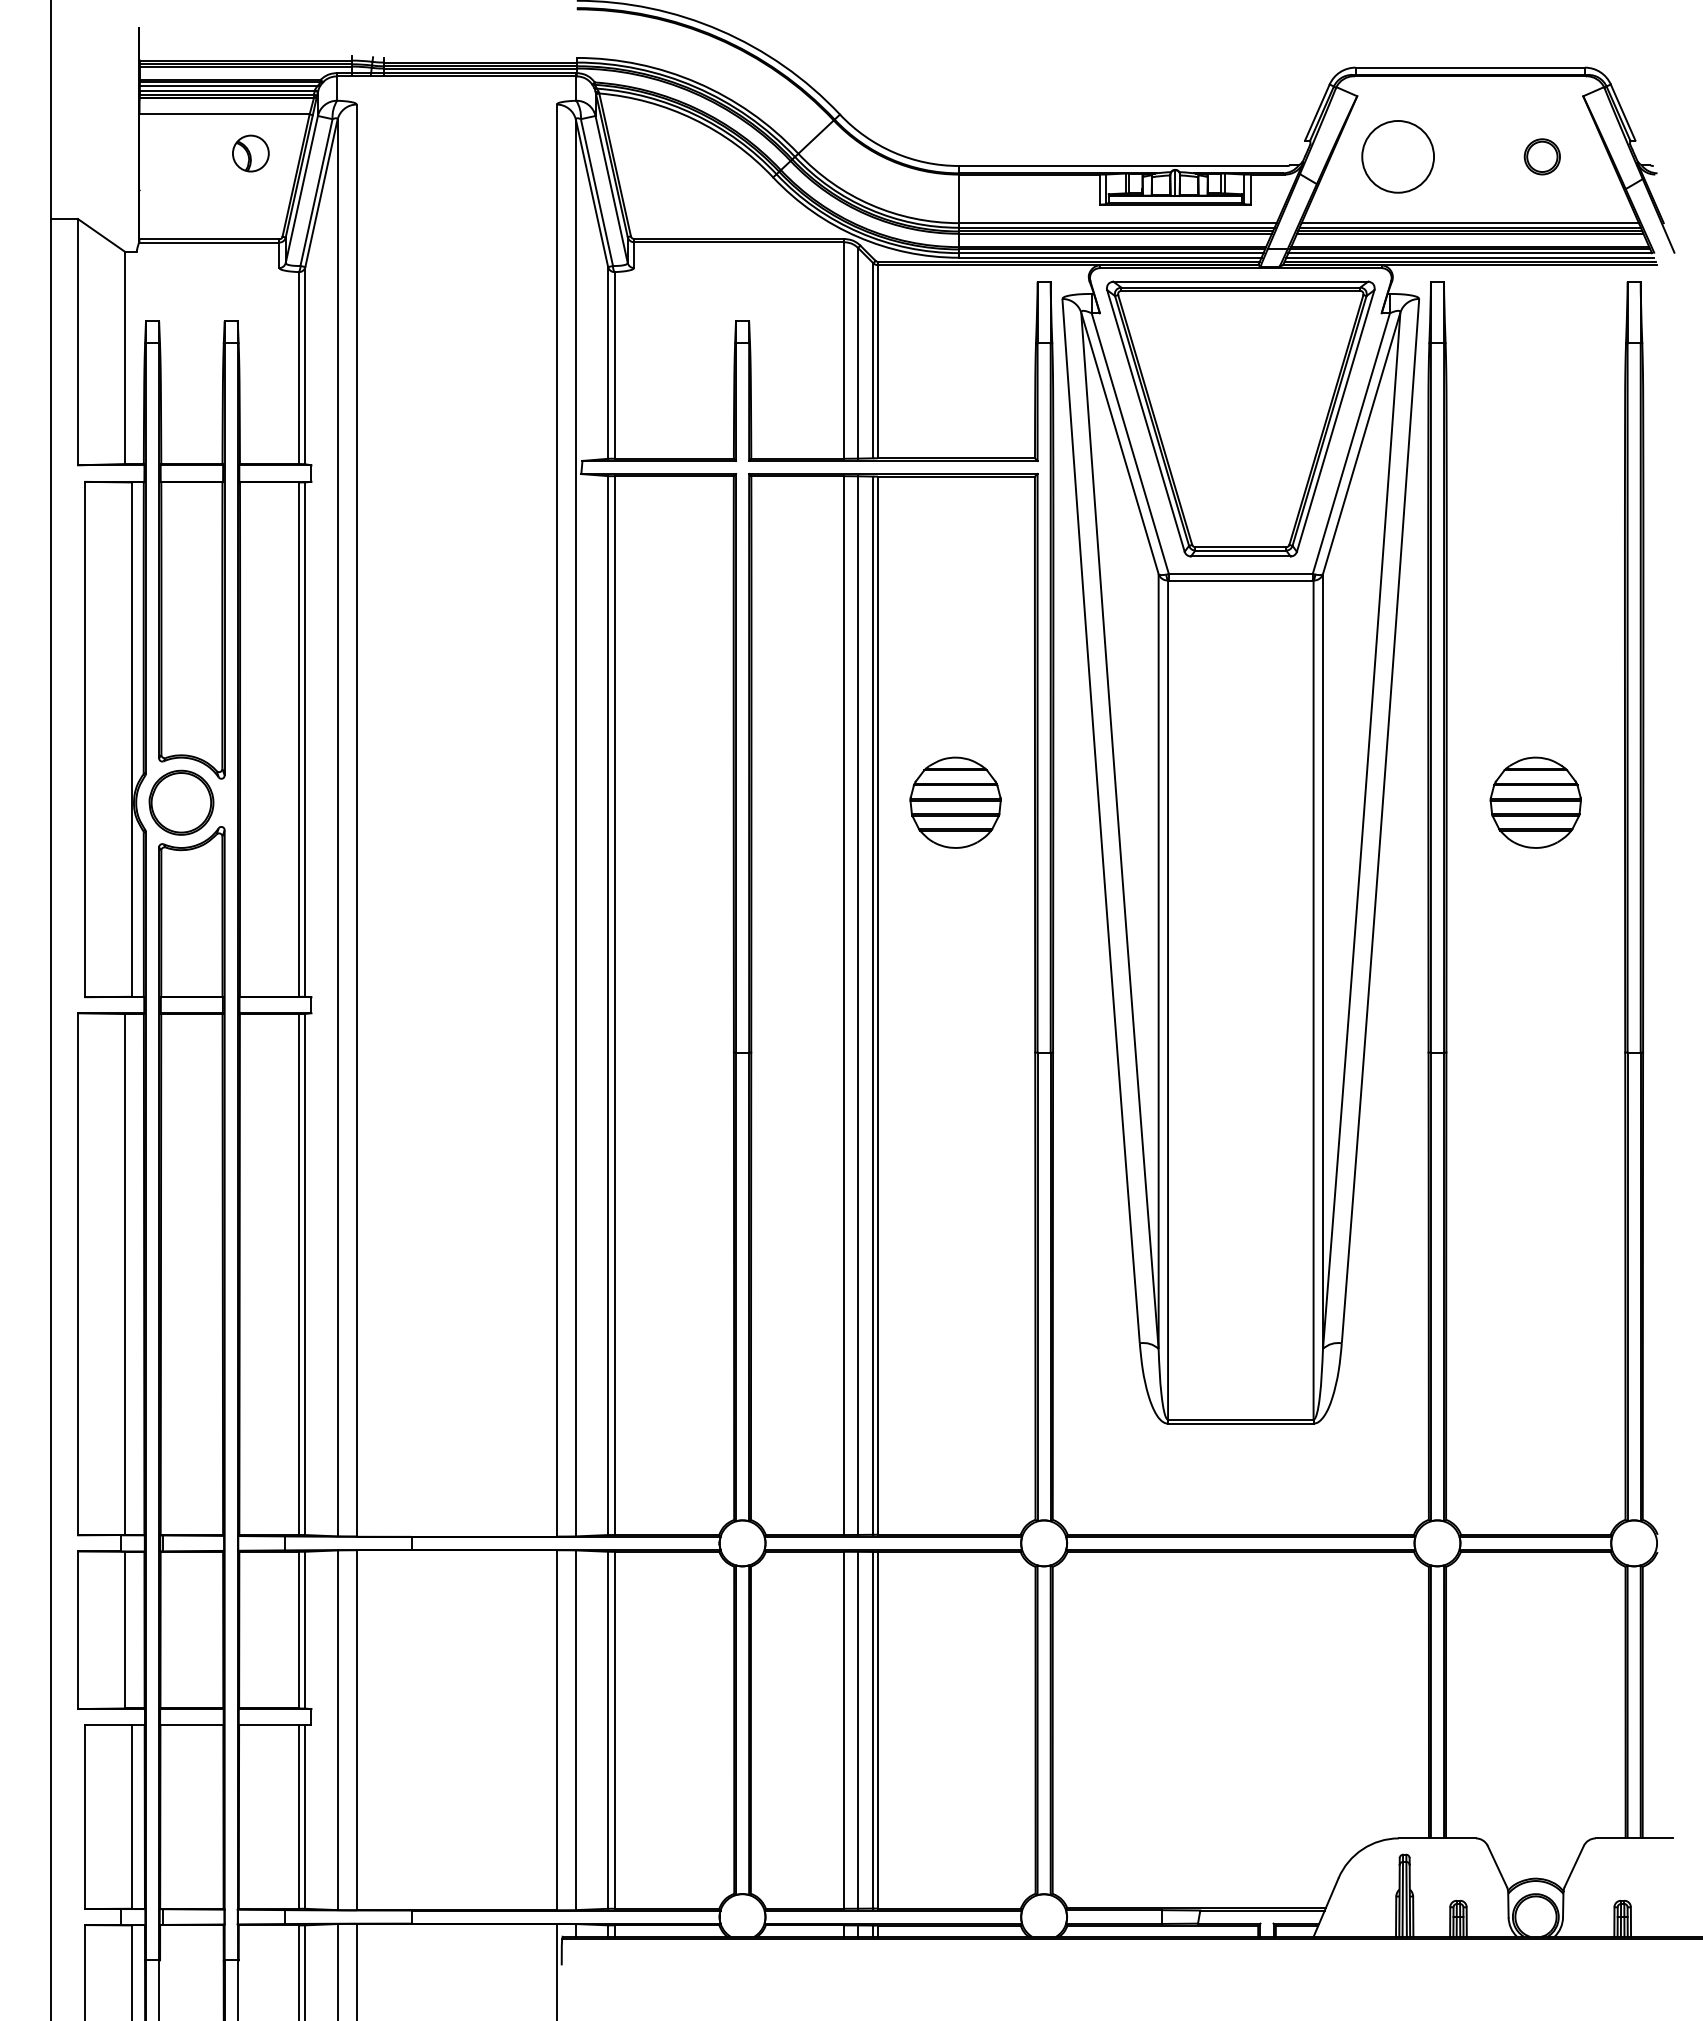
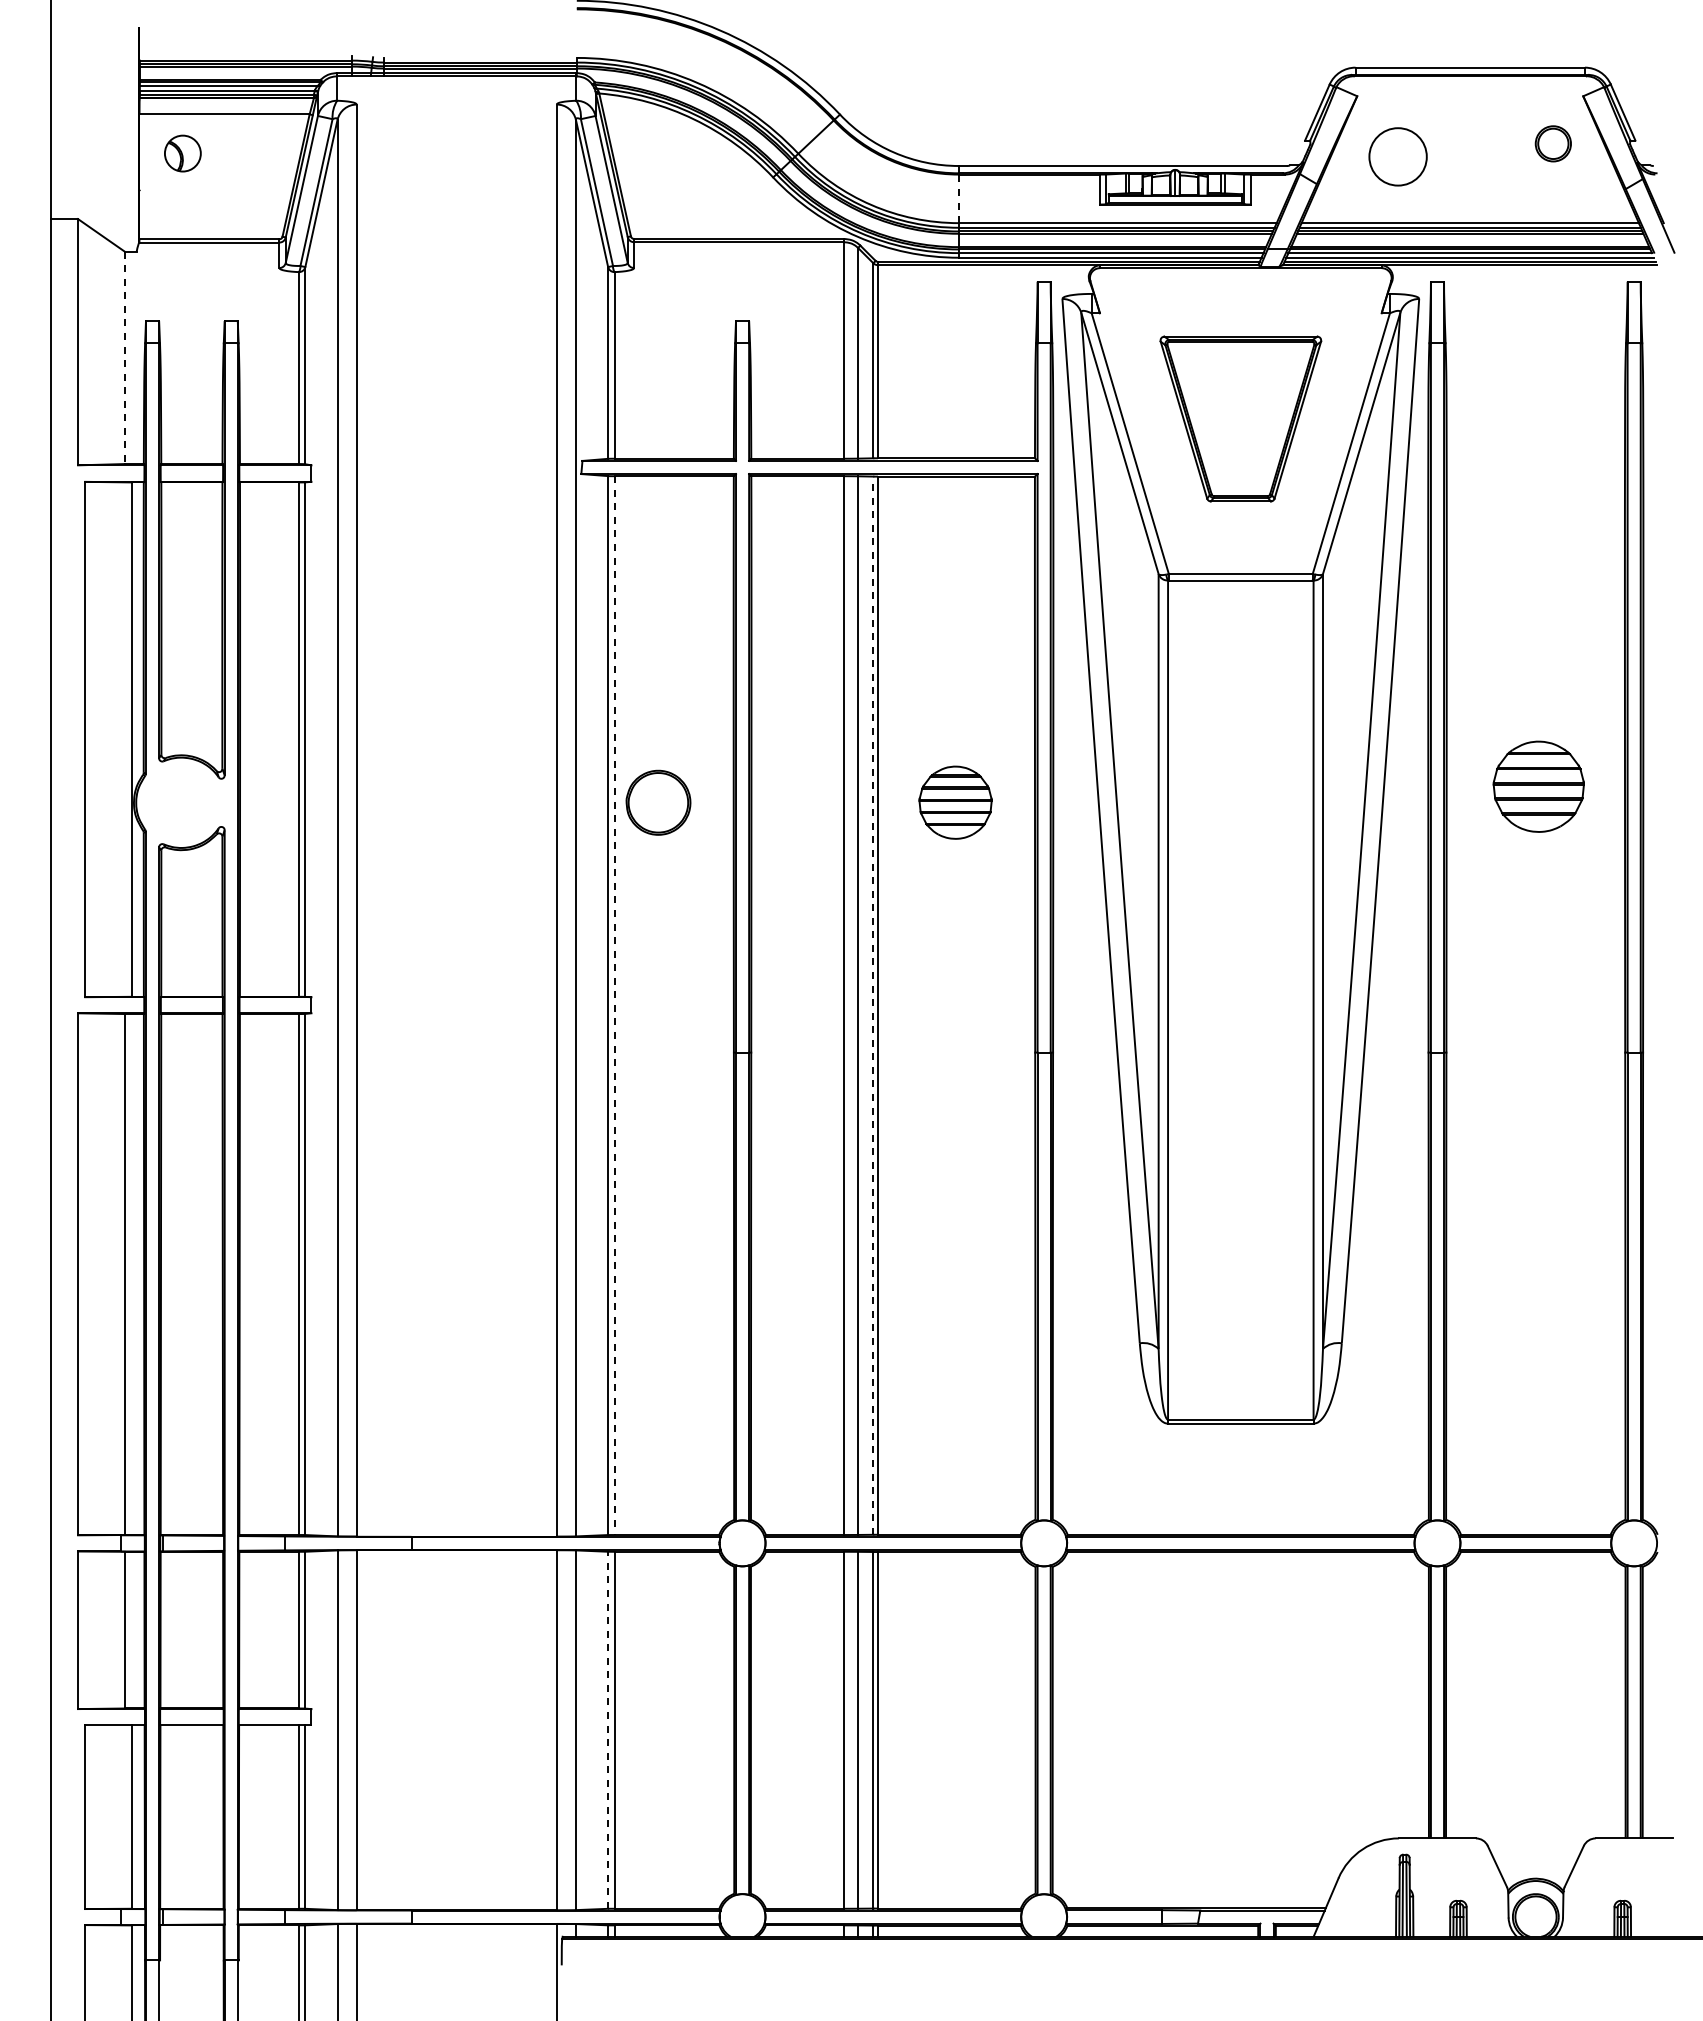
part at (250, 153) position: (250, 153) -> (182, 153)
circle at (1397, 156) size: 74x74 px -> 60x60 px
part at (1541, 156) position: (1541, 156) -> (1552, 143)
line at (958, 198): solid -> dashed
line at (124, 358): solid -> dashed
part at (1240, 418) size: 270x278 px -> 164x168 px
part at (181, 802) position: (181, 802) -> (658, 802)
part at (955, 802) size: 93x93 px -> 75x75 px
part at (1535, 802) position: (1535, 802) -> (1538, 786)
line at (873, 1005): solid -> dashed
line at (614, 1006): solid -> dashed
line at (608, 1730): solid -> dashed
